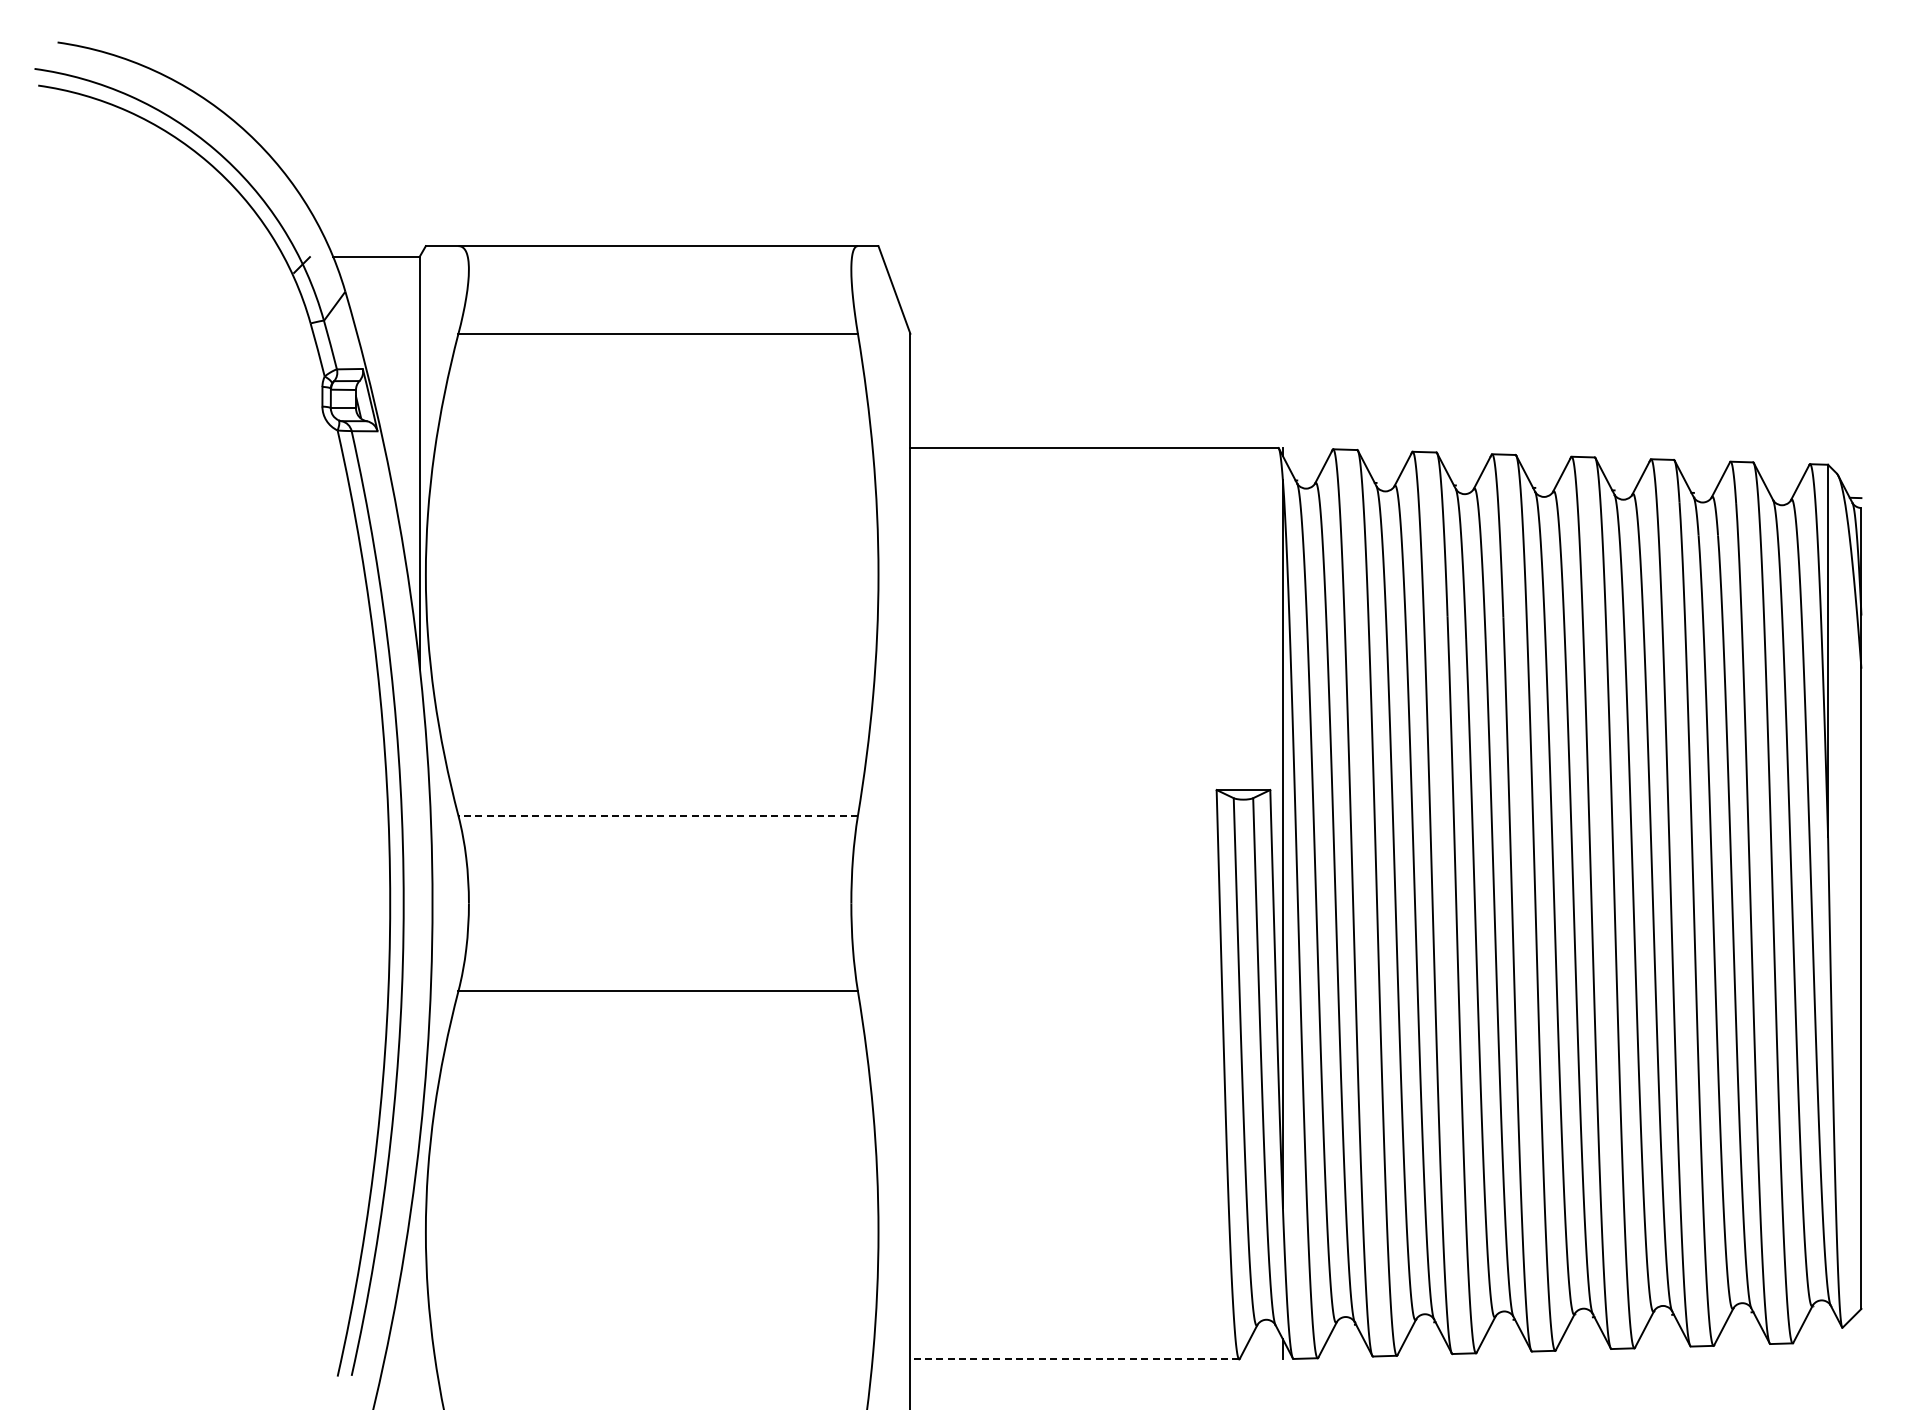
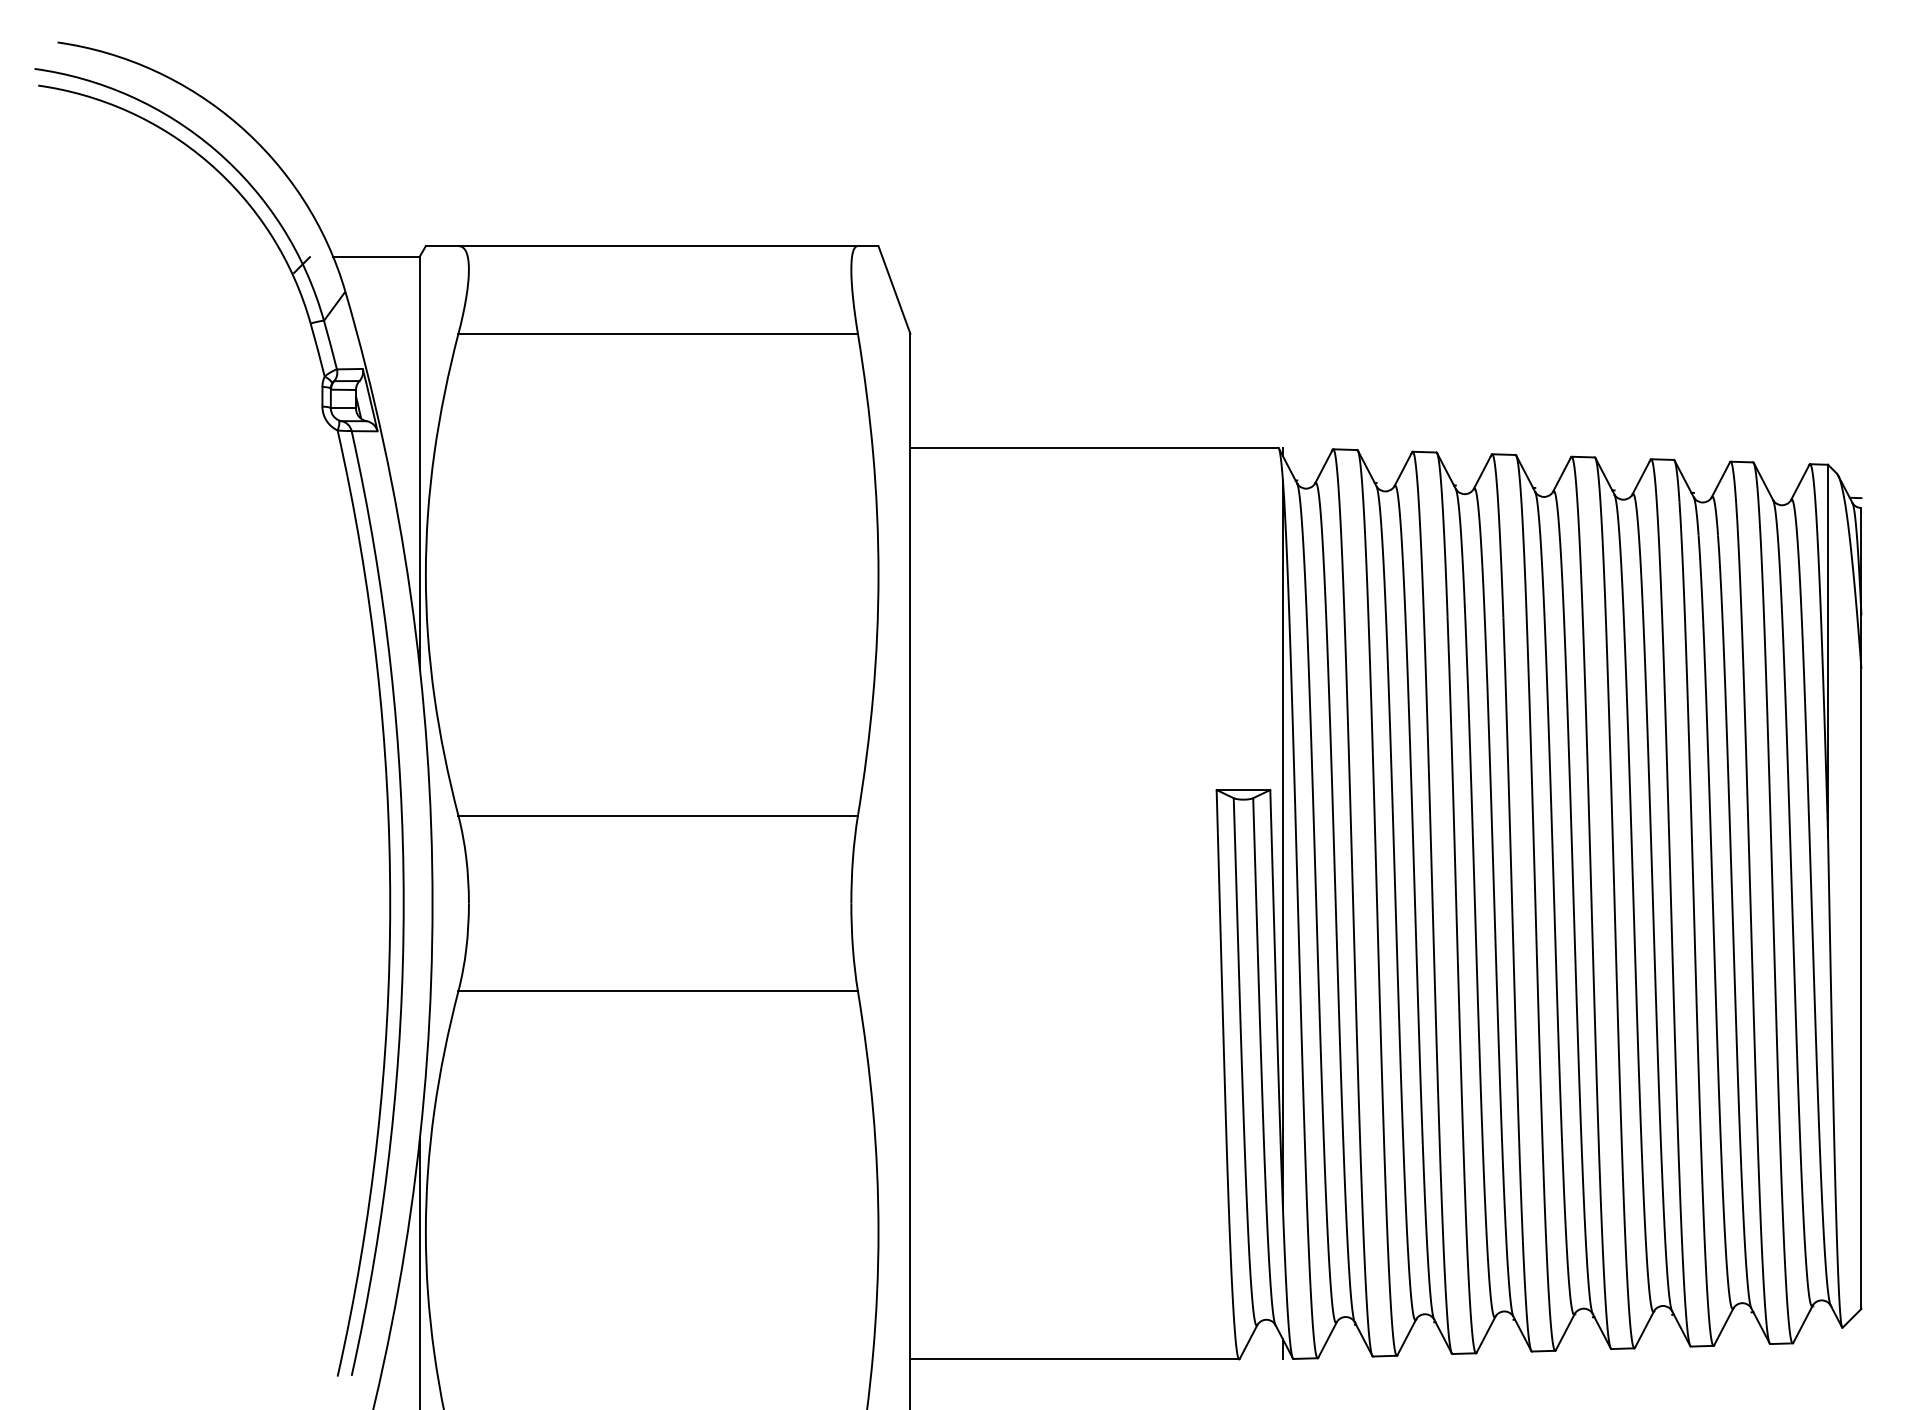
line at (658, 815): dashed -> solid
line at (419, 1272): none -> present
line at (1074, 1359): dashed -> solid
